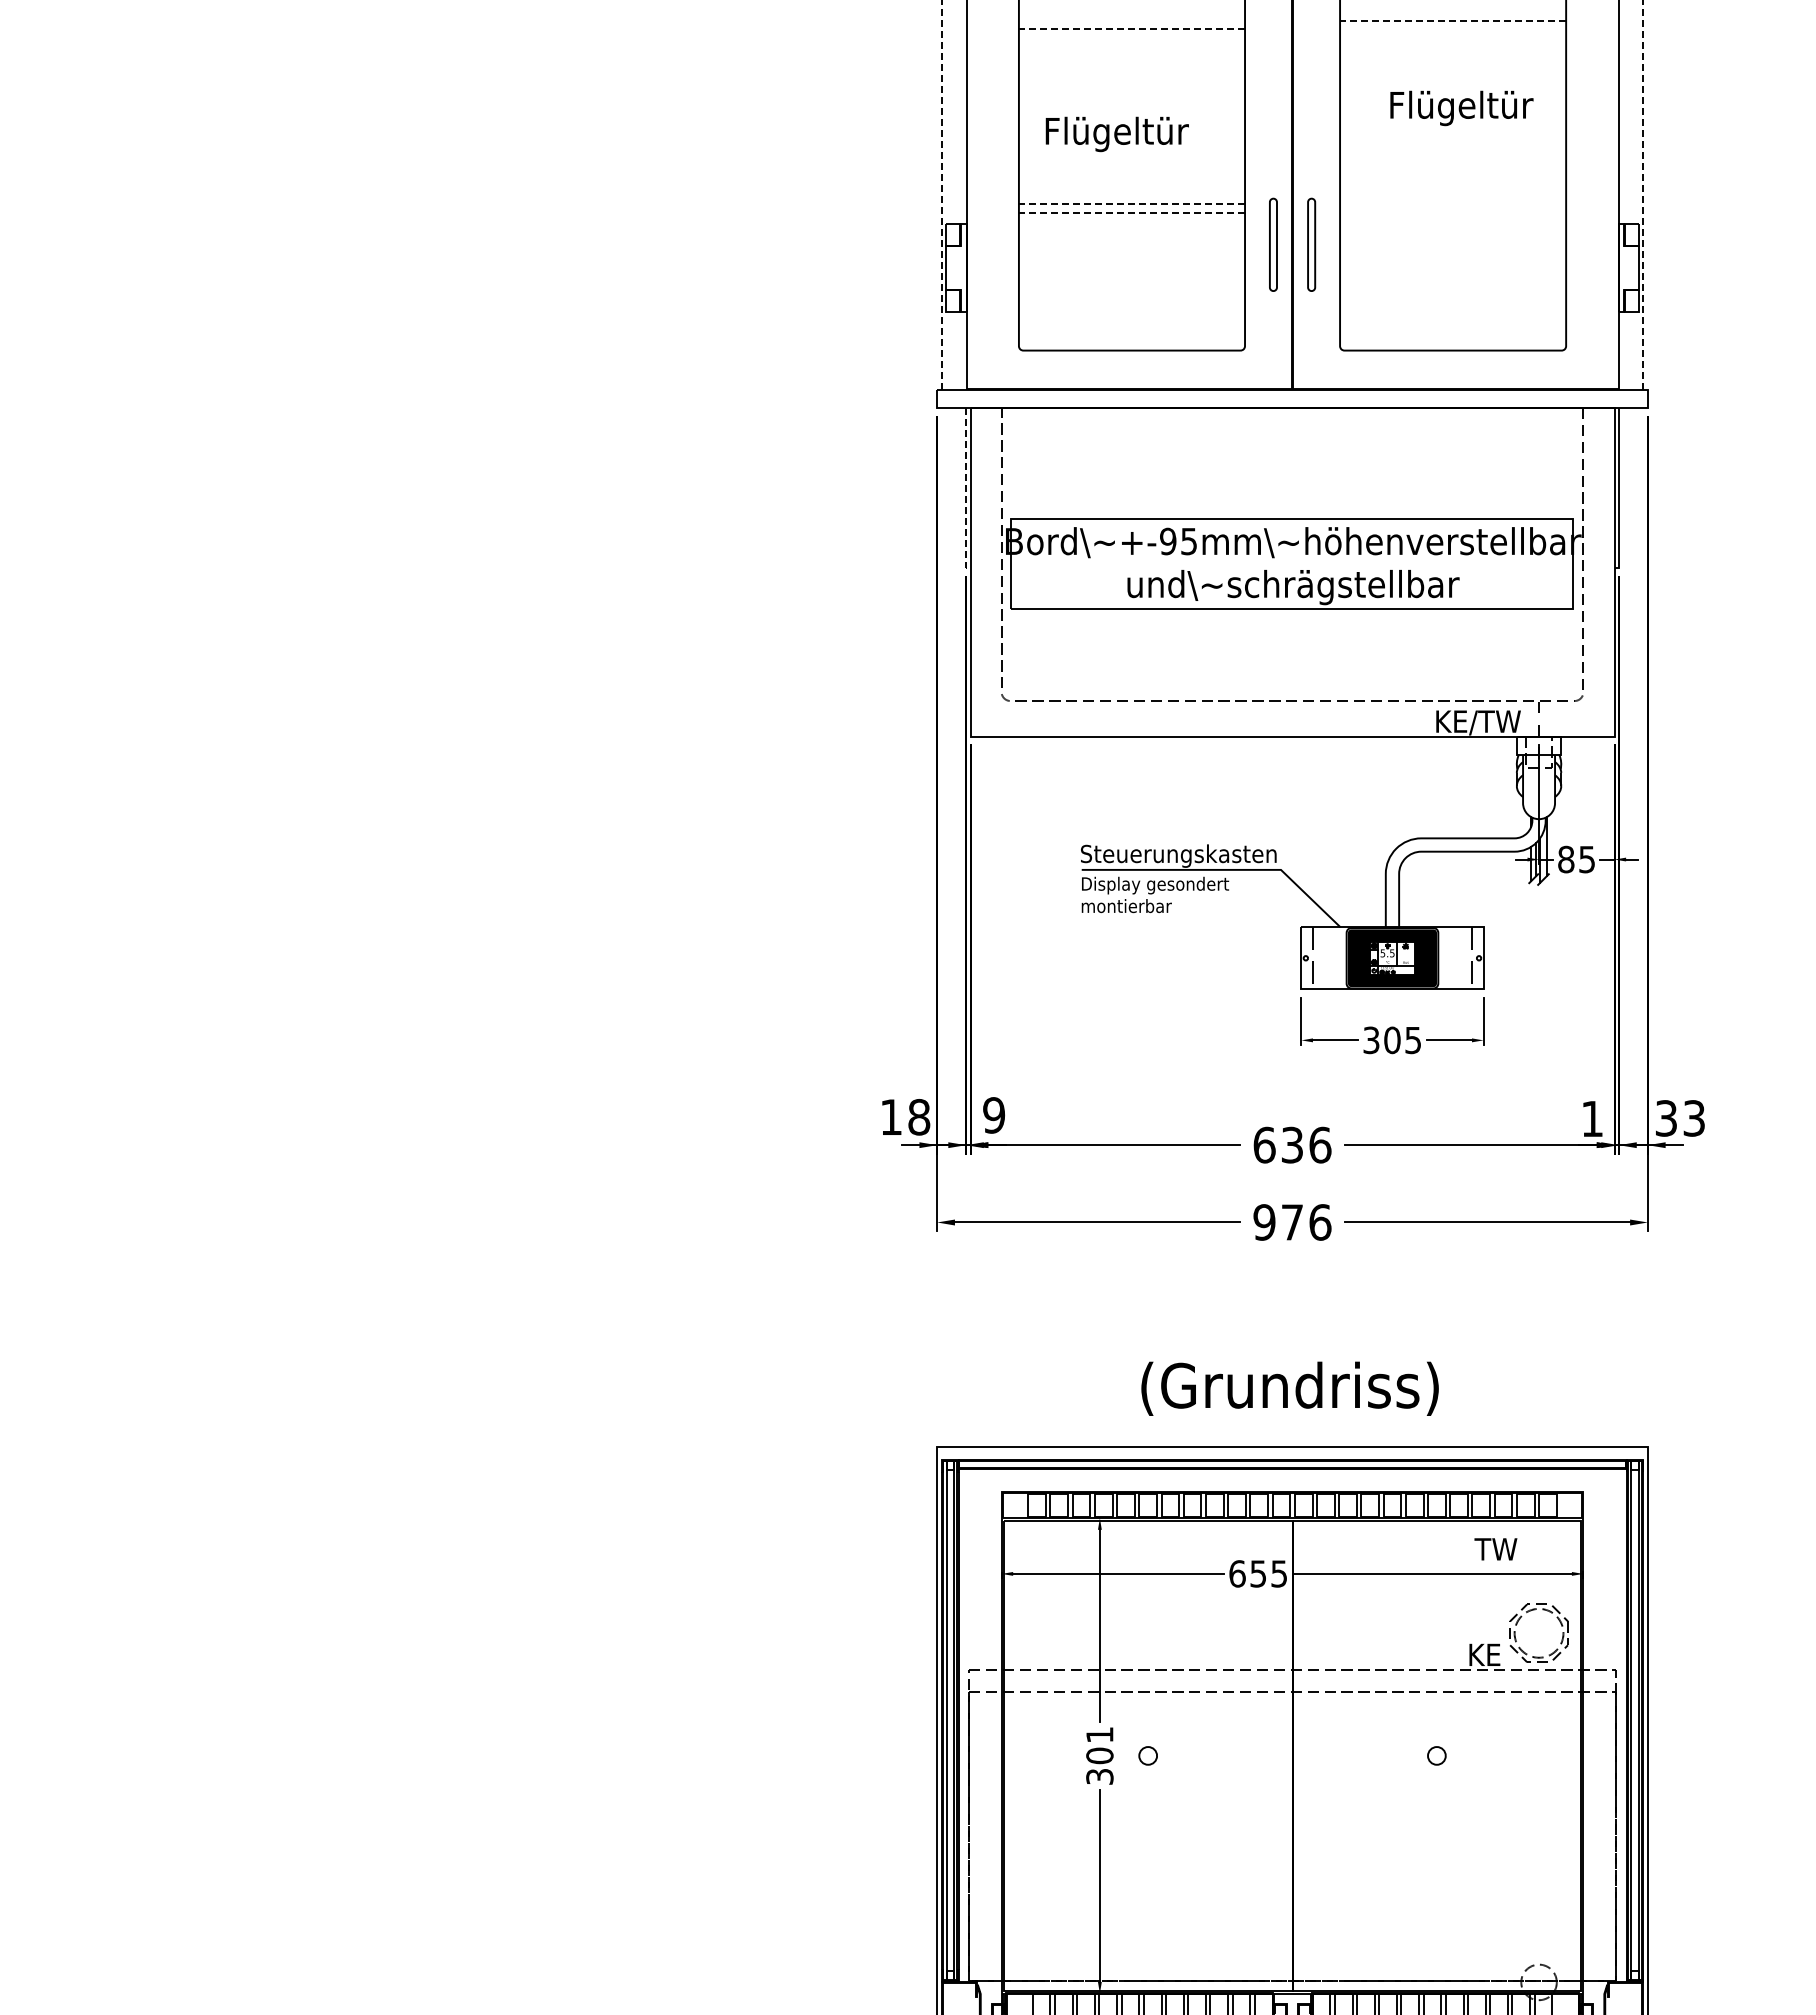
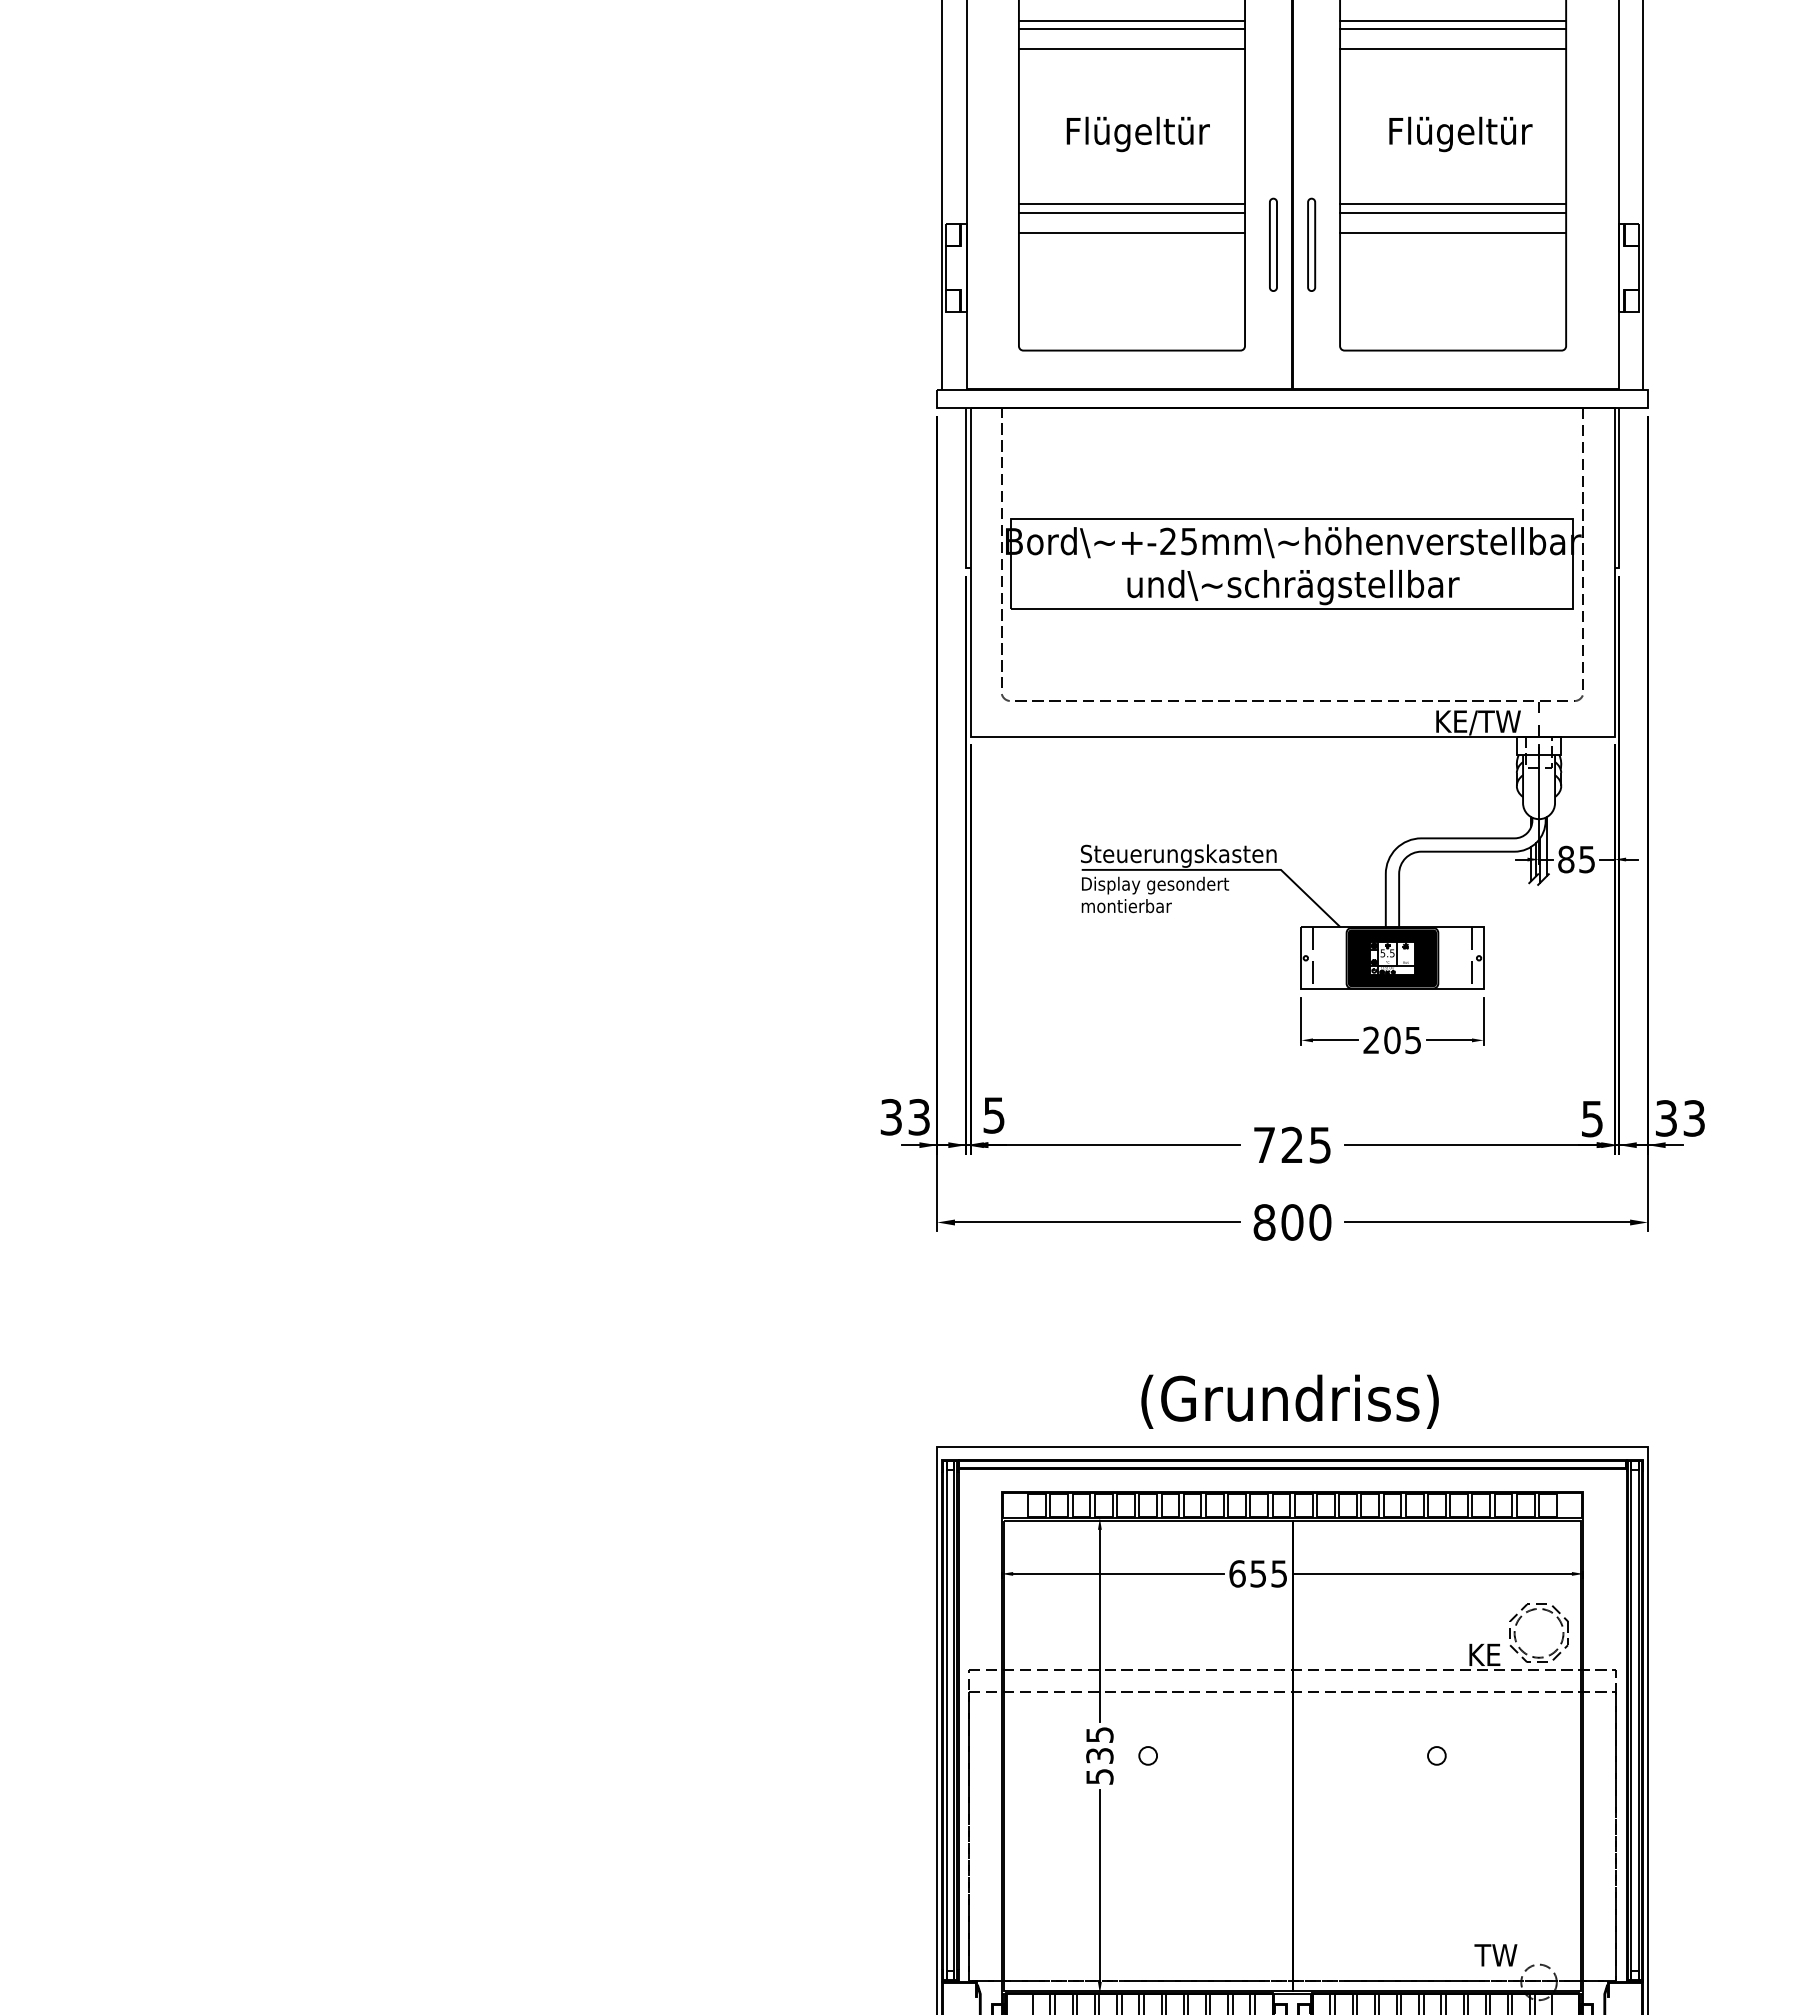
line at (1643, 0): dashed -> solid
line at (1131, 20): none -> present
line at (1452, 20): dashed -> solid
line at (1131, 29): dashed -> solid
line at (1453, 29): none -> present
line at (1131, 49): none -> present
line at (1453, 49): none -> present
text at (1461, 108) position: (1461, 108) -> (1460, 134)
text at (1116, 134) position: (1116, 134) -> (1137, 134)
line at (1131, 204): dashed -> solid
line at (1453, 204): none -> present
line at (1131, 213): dashed -> solid
line at (1453, 213): none -> present
line at (1131, 232): none -> present
line at (1453, 232): none -> present
line at (966, 490): dashed -> solid
text at (1168, 541): +-95mm -> +-25mm
text at (1371, 1040): 305 -> 205
text at (994, 1115): 9 -> 5
text at (905, 1116): 18 -> 33
text at (1592, 1119): 1 -> 5
text at (1292, 1144): 636 -> 725
text at (1292, 1222): 976 -> 800
text at (1289, 1388) position: (1289, 1388) -> (1289, 1401)
text at (1495, 1549) position: (1495, 1549) -> (1495, 1955)
text at (1099, 1755): 301 -> 535
